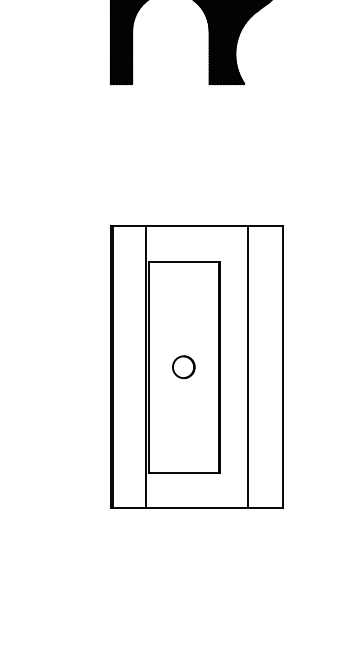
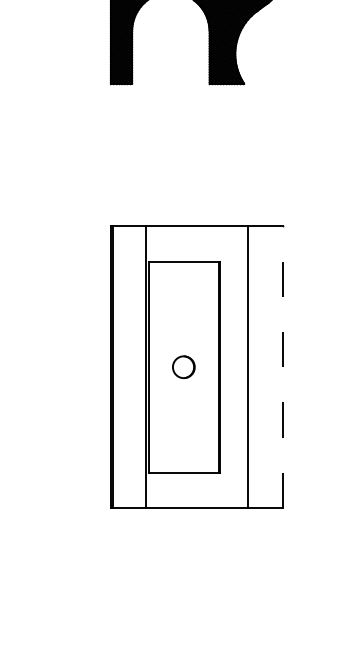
line at (282, 367): solid -> dashed
